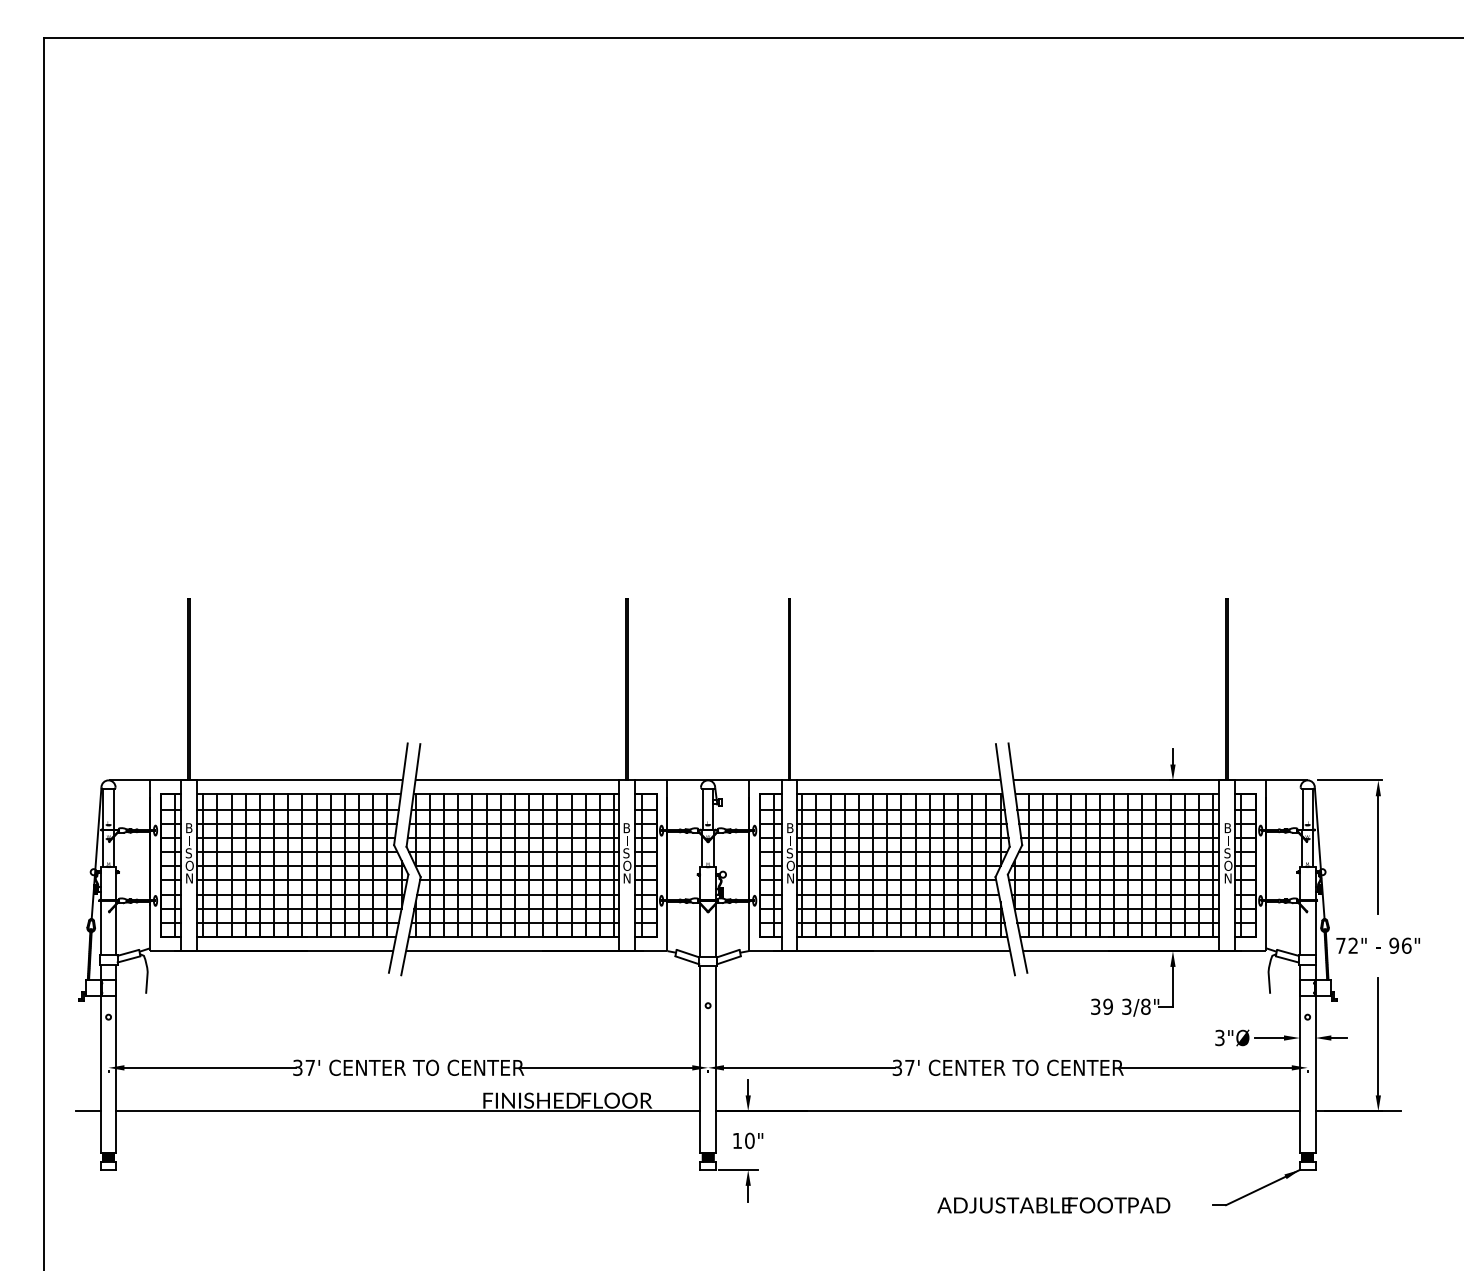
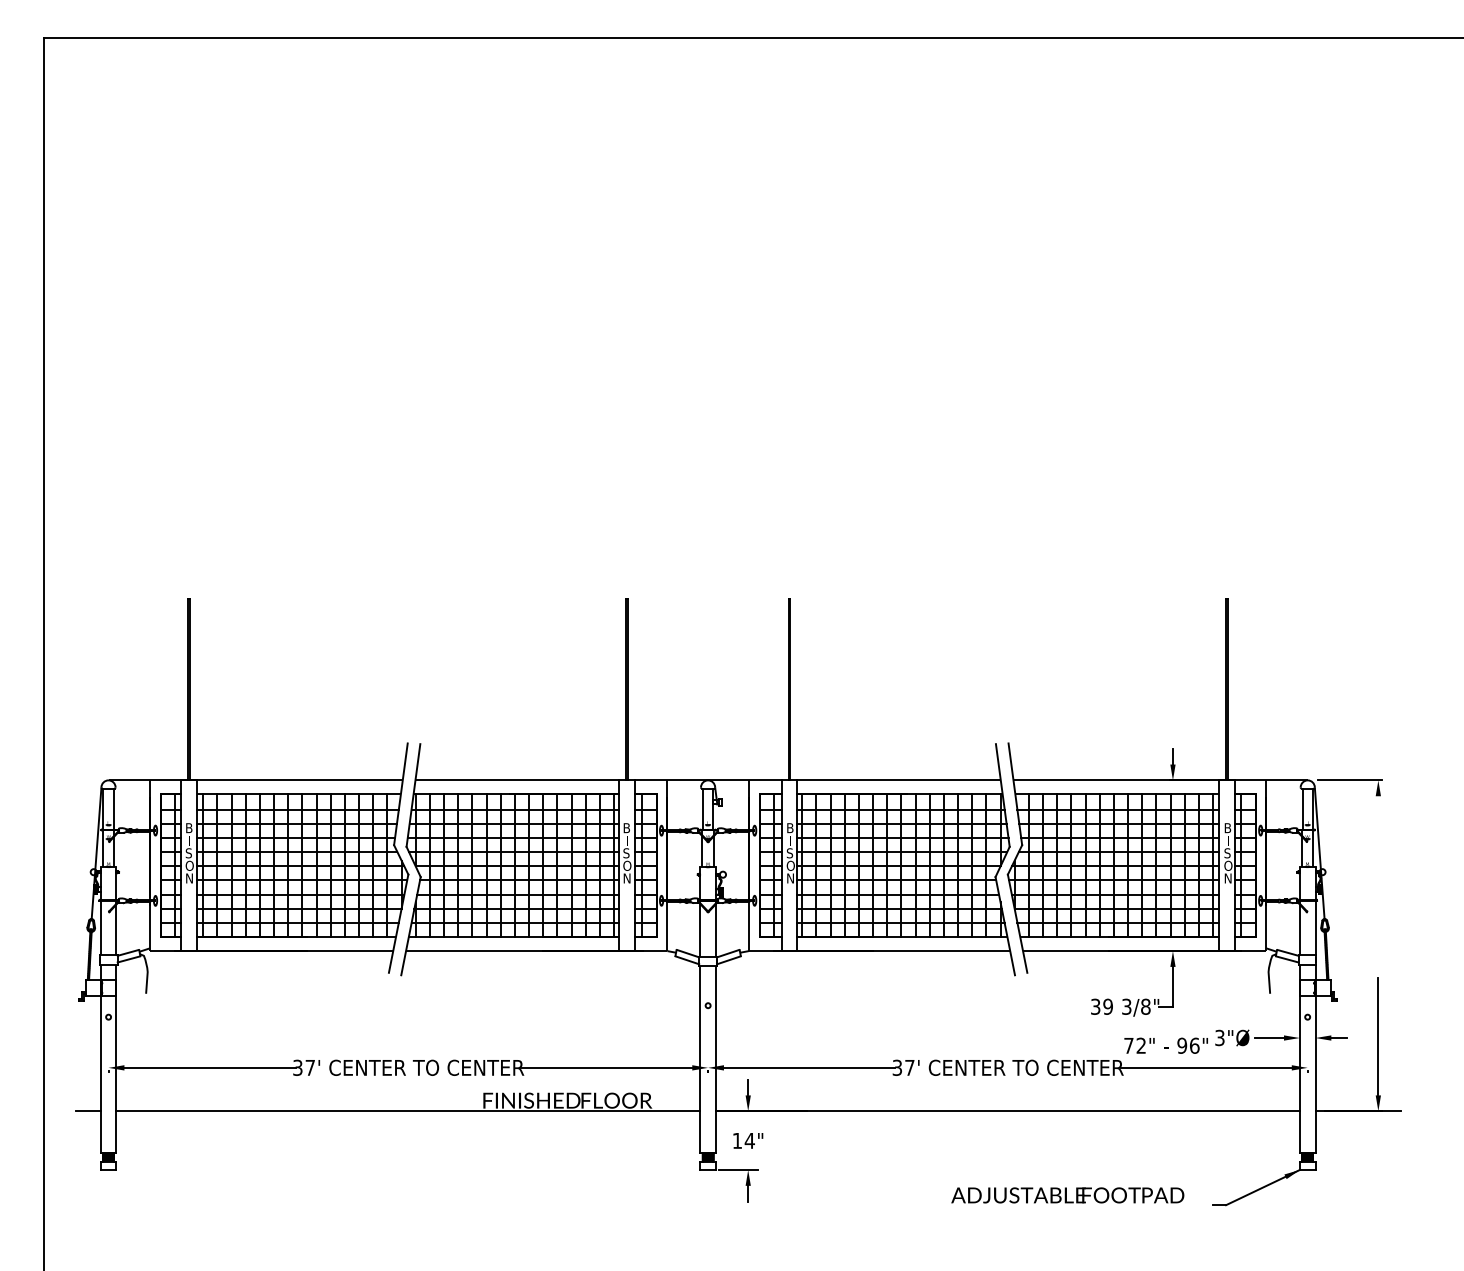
line at (1378, 854): present -> none
text at (1377, 945) position: (1377, 945) -> (1165, 1045)
text at (749, 1140): 10" -> 14"
text at (1053, 1205) position: (1053, 1205) -> (1067, 1195)
